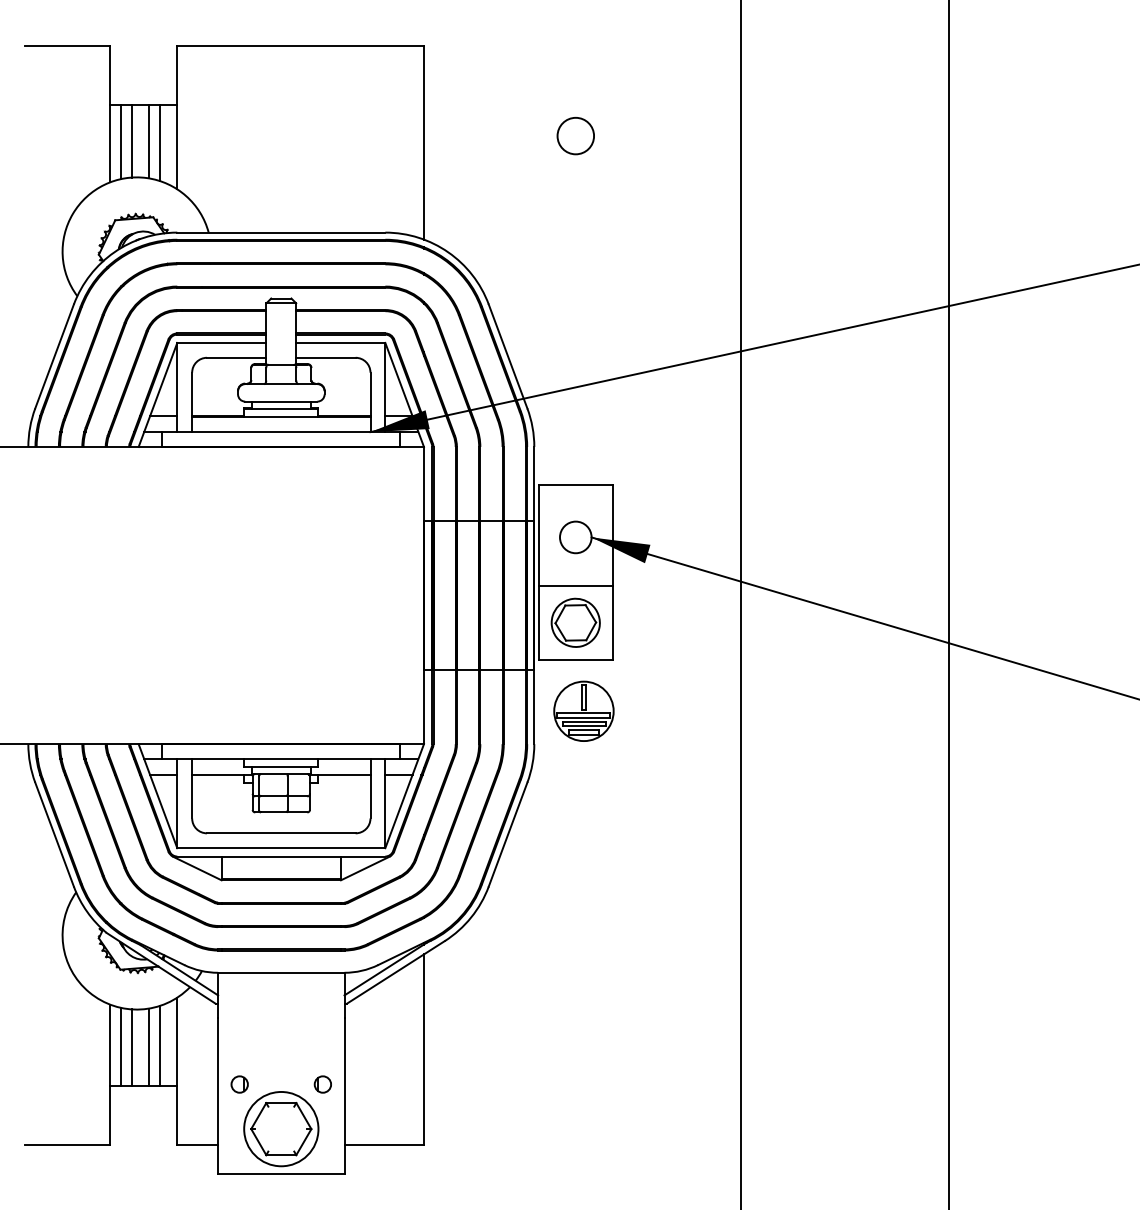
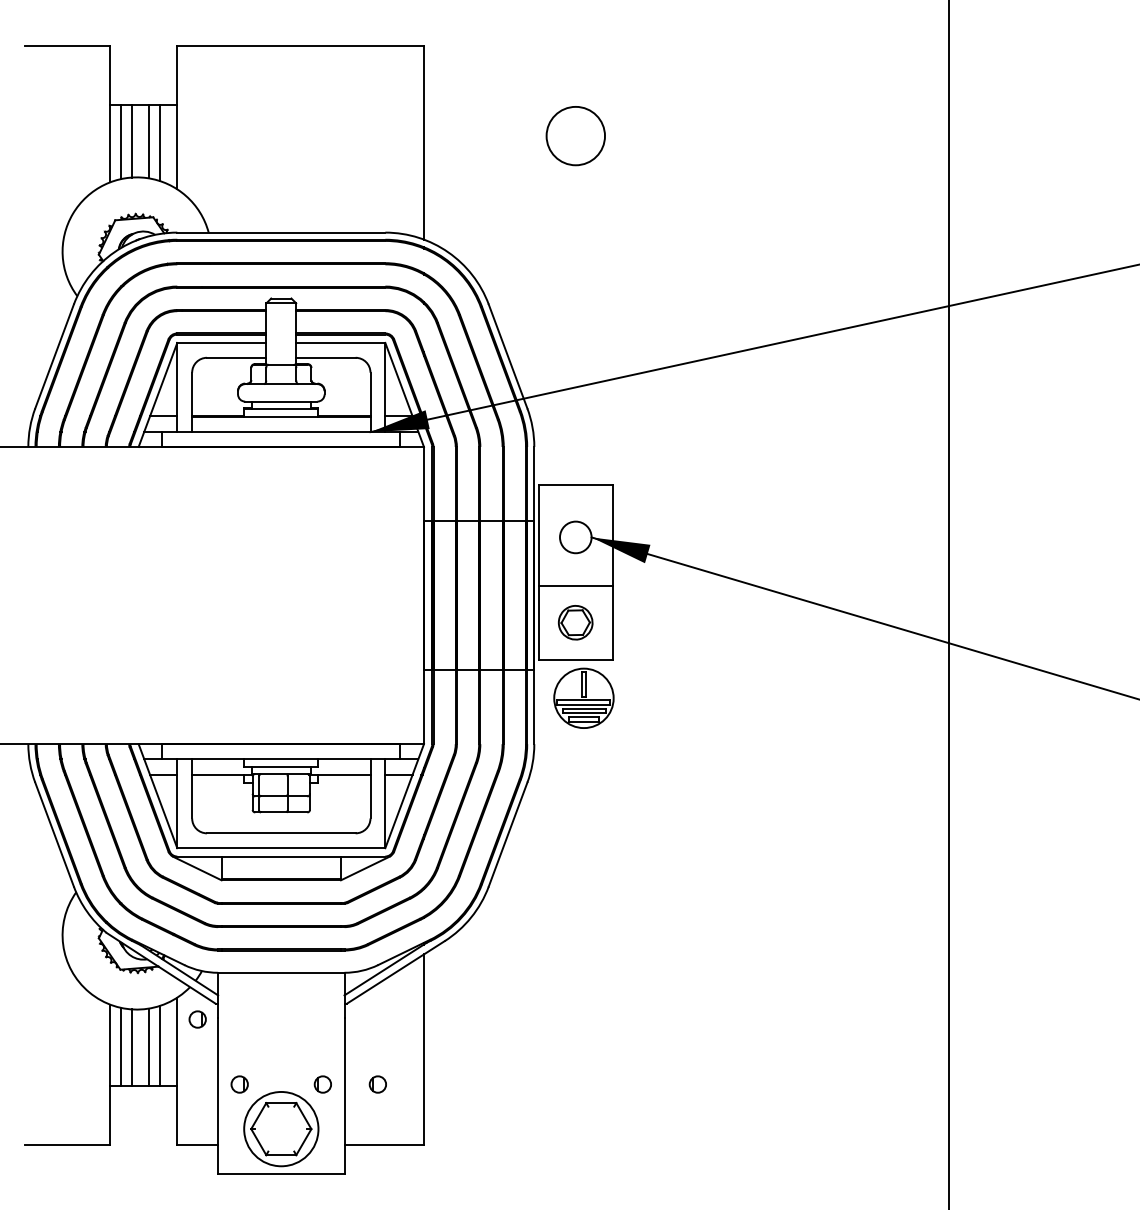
circle at (575, 135) diameter: 36 px -> 58 px
line at (740, 604): present -> none
part at (575, 622) size: 51x51 px -> 36x36 px
part at (583, 710) position: (583, 710) -> (583, 697)
part at (197, 1019): none -> present
part at (377, 1084): none -> present
